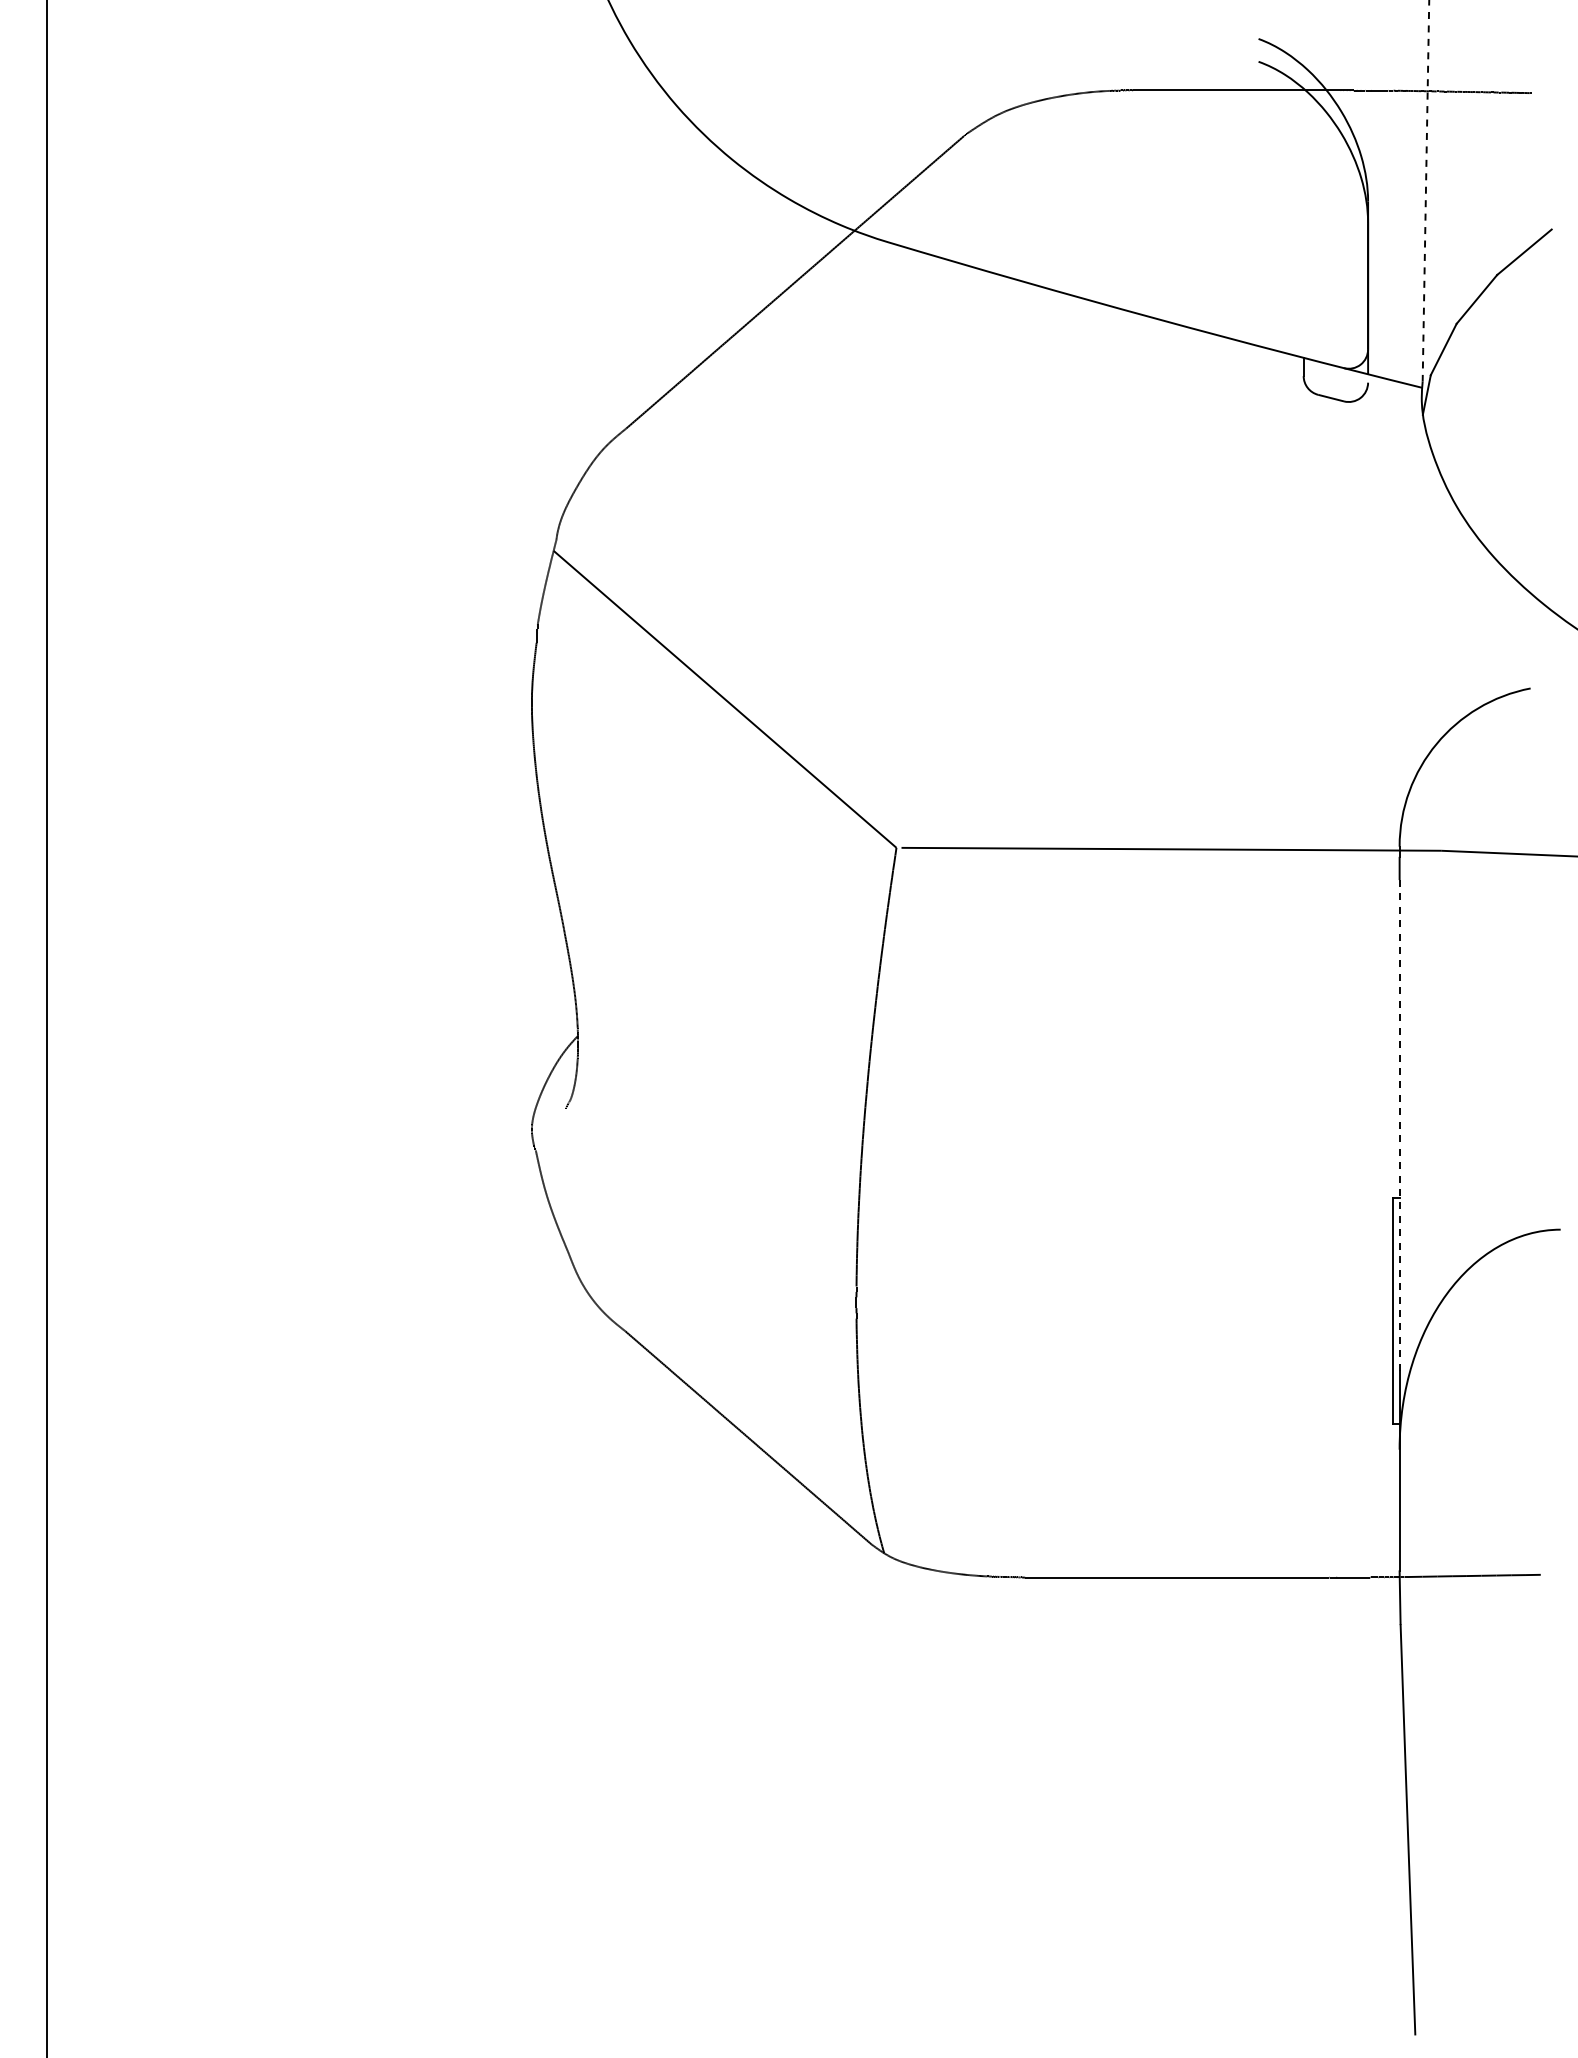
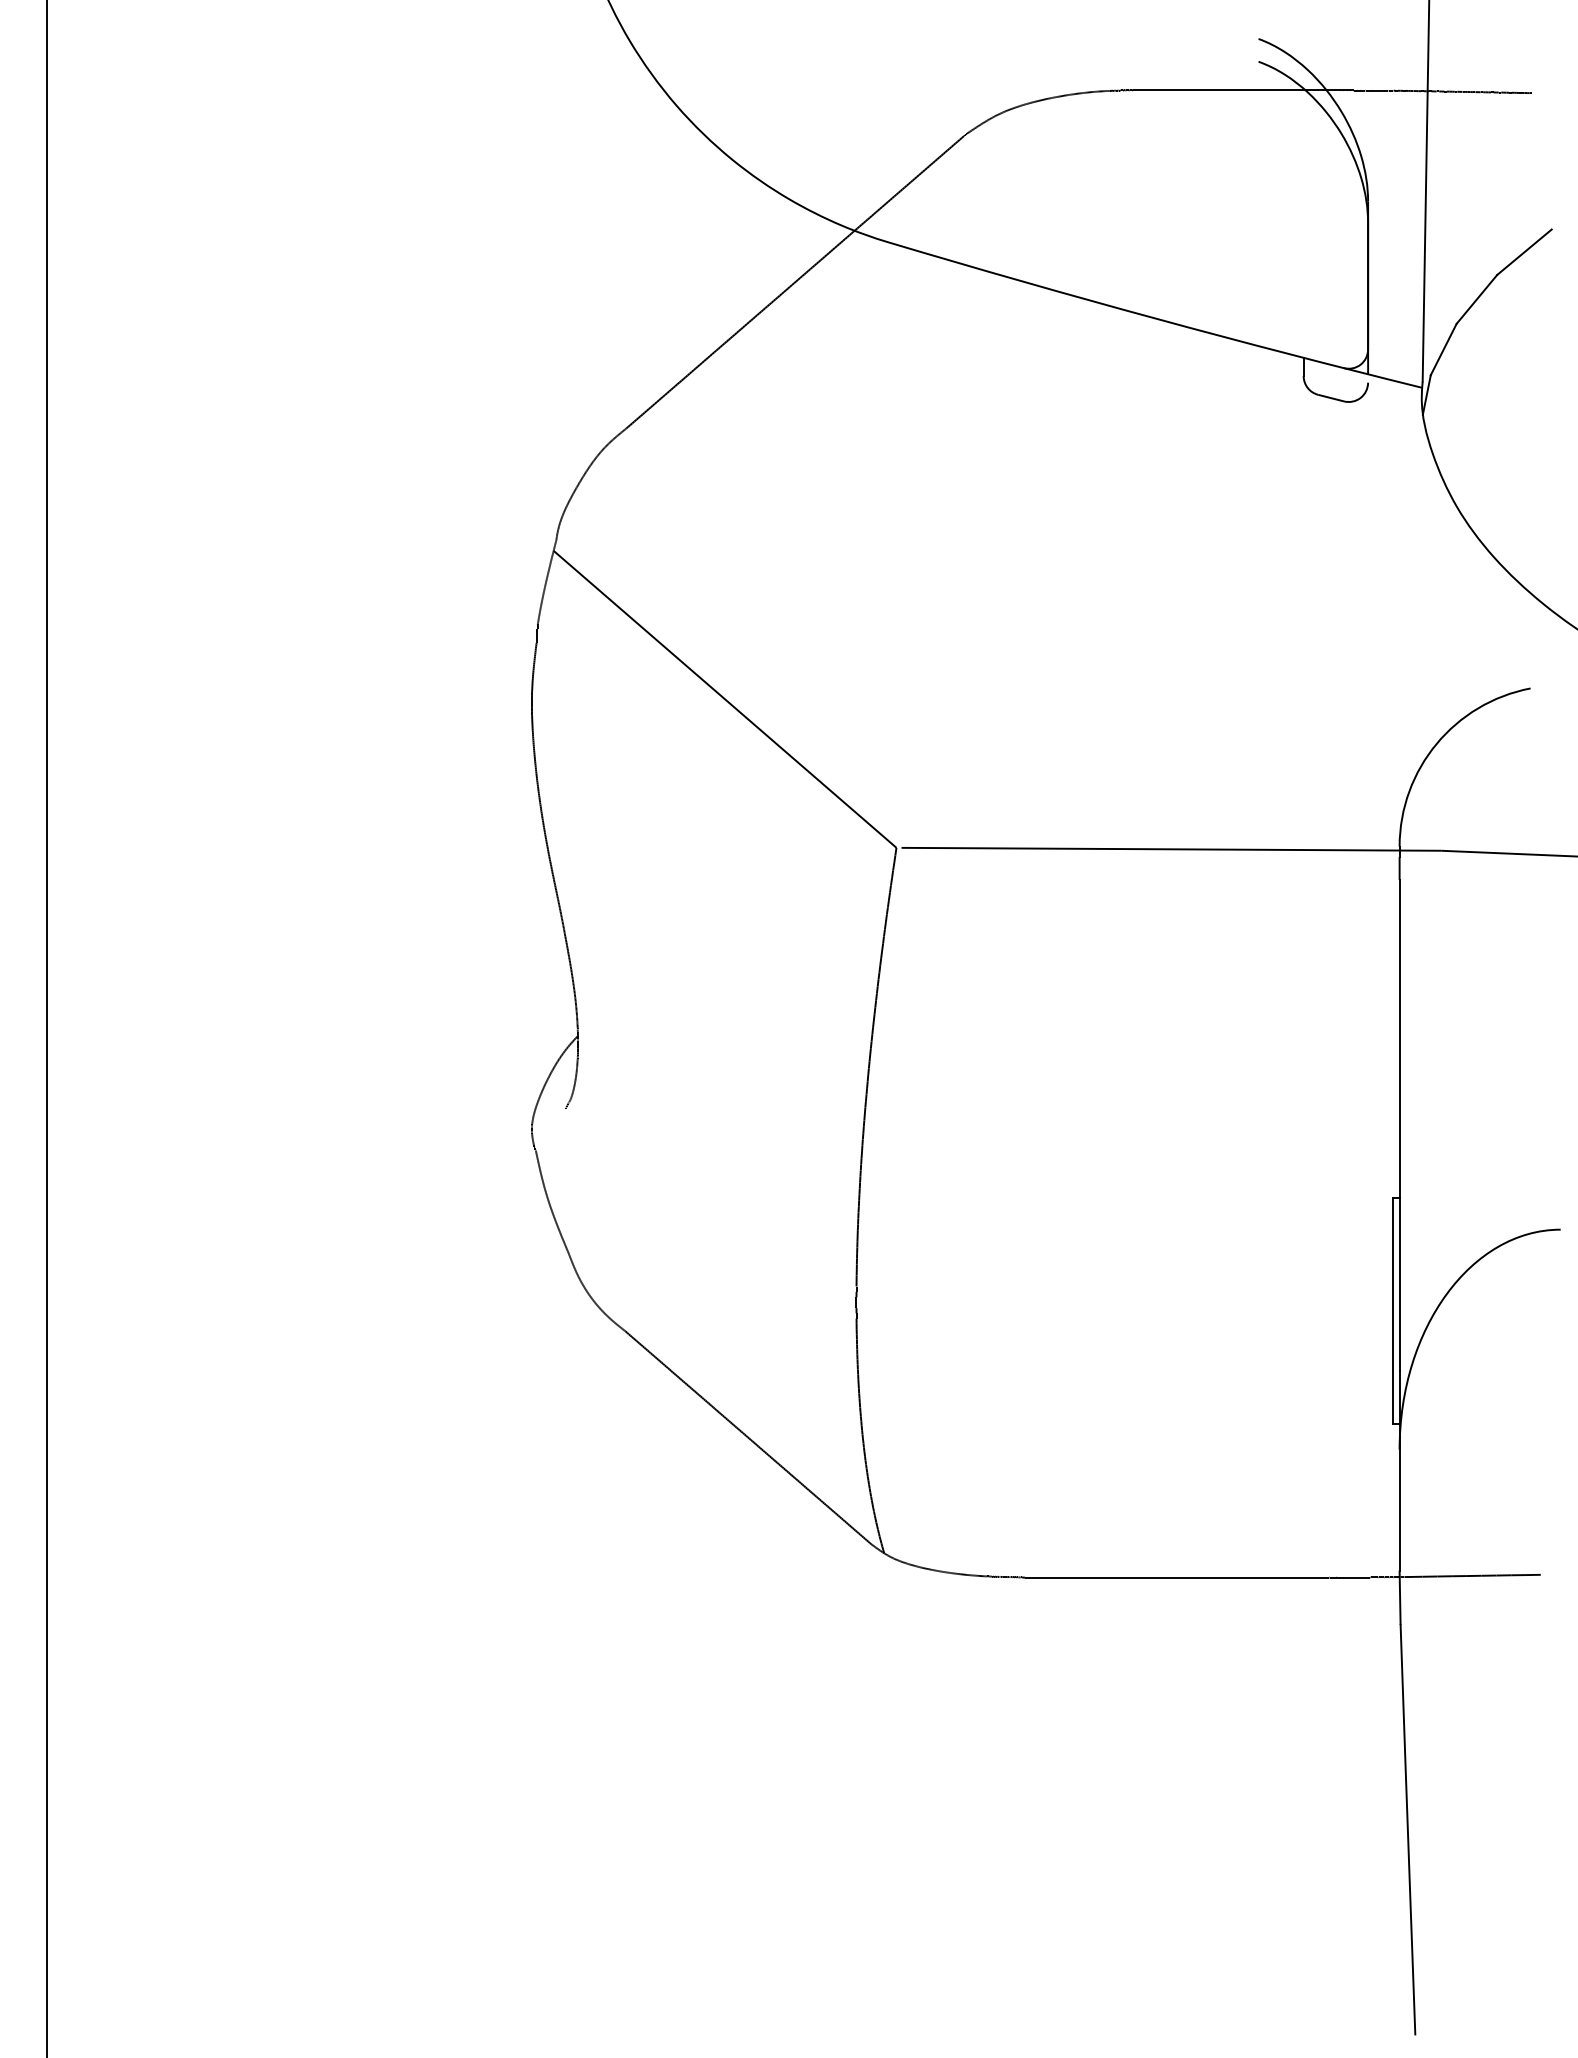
line at (1425, 190): dashed -> solid
line at (1399, 1124): dashed -> solid
